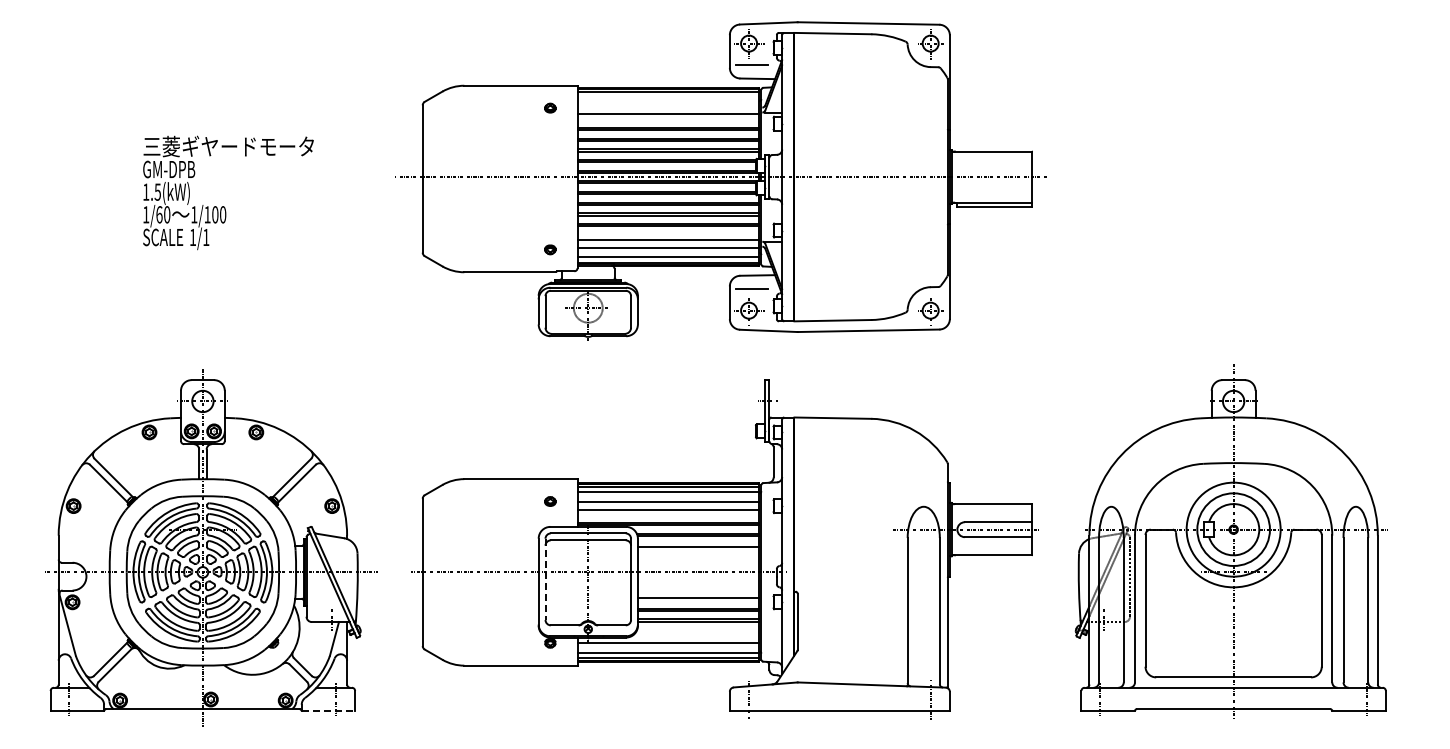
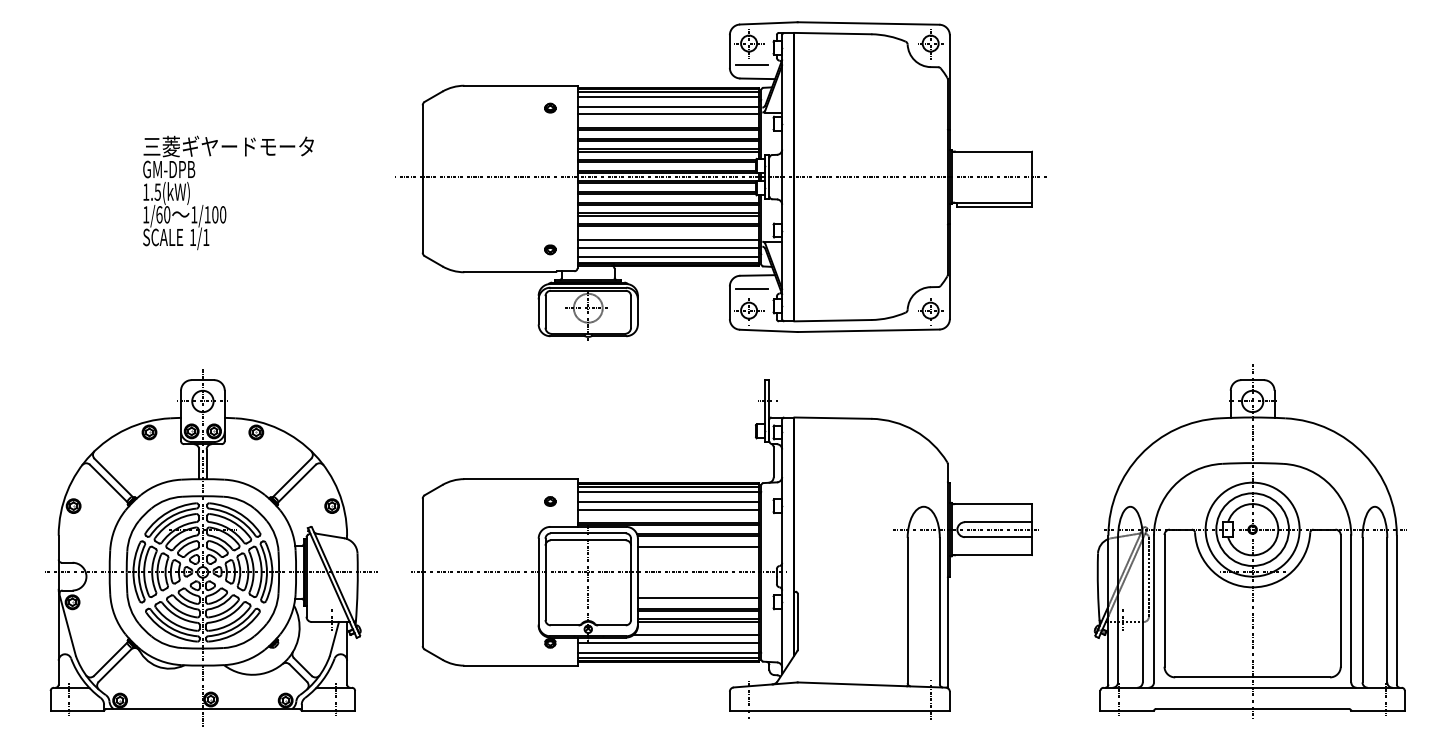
line at (668, 97): none -> present
line at (668, 106): none -> present
part at (1230, 541) position: (1230, 541) -> (1249, 541)
line at (545, 579): dashed -> solid
line at (696, 635): none -> present
line at (328, 711): dashed -> solid
